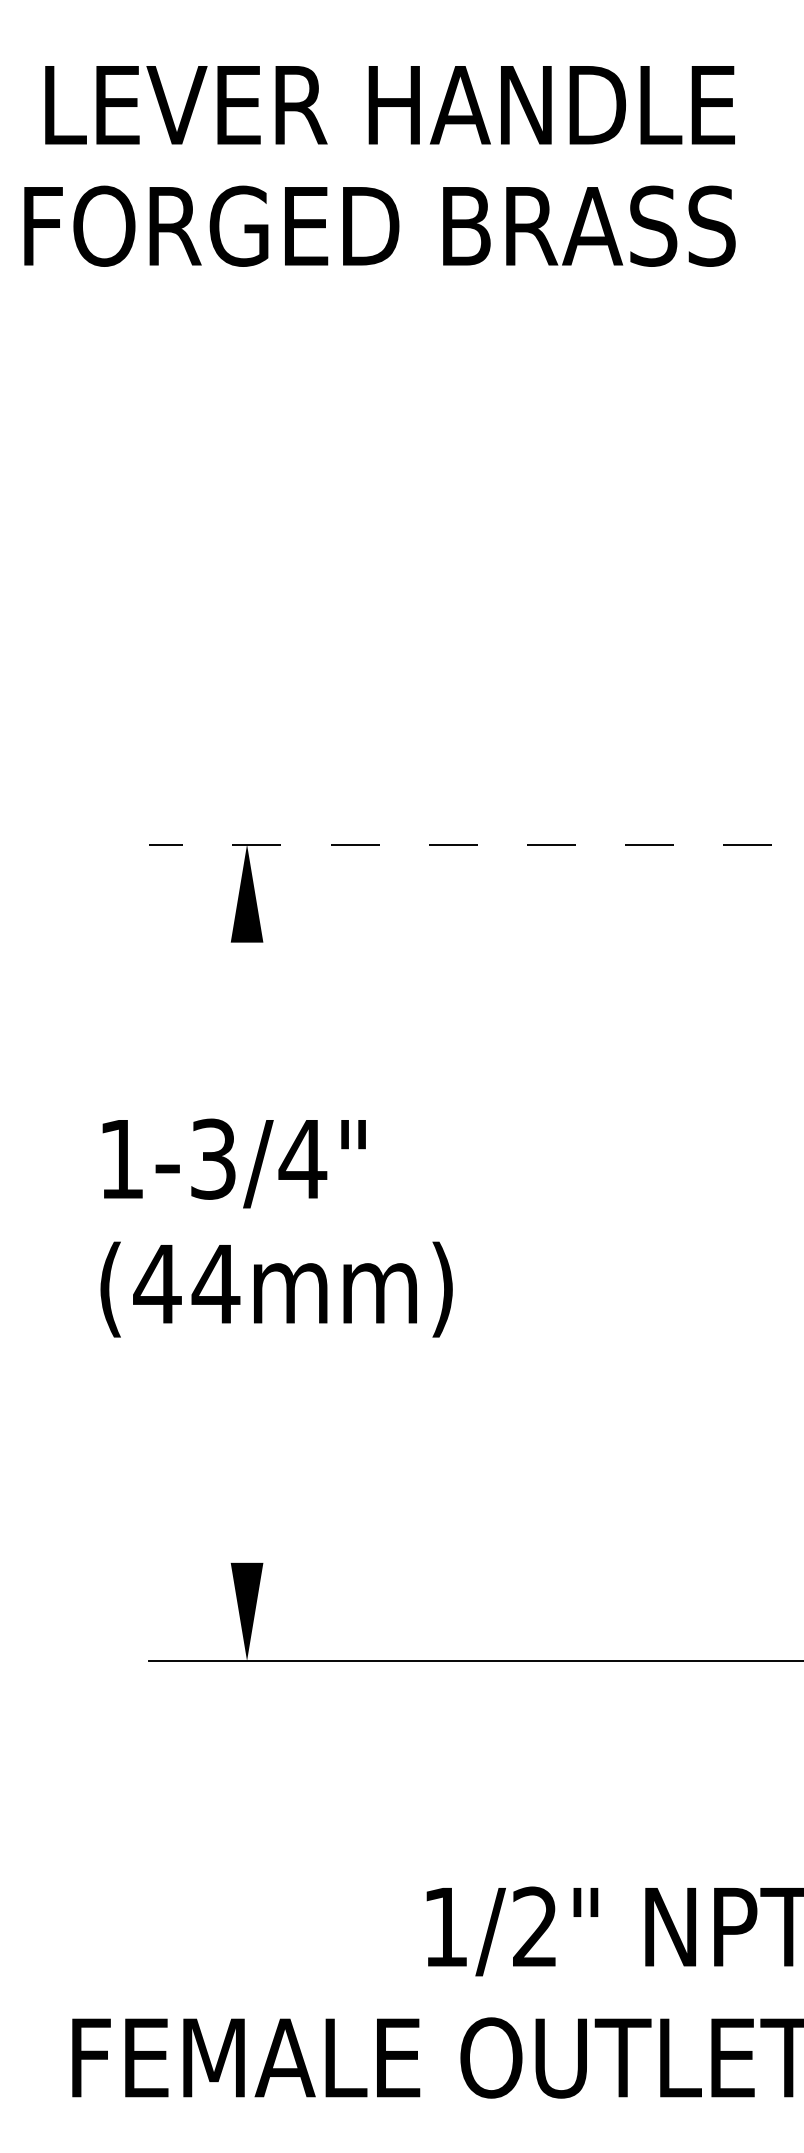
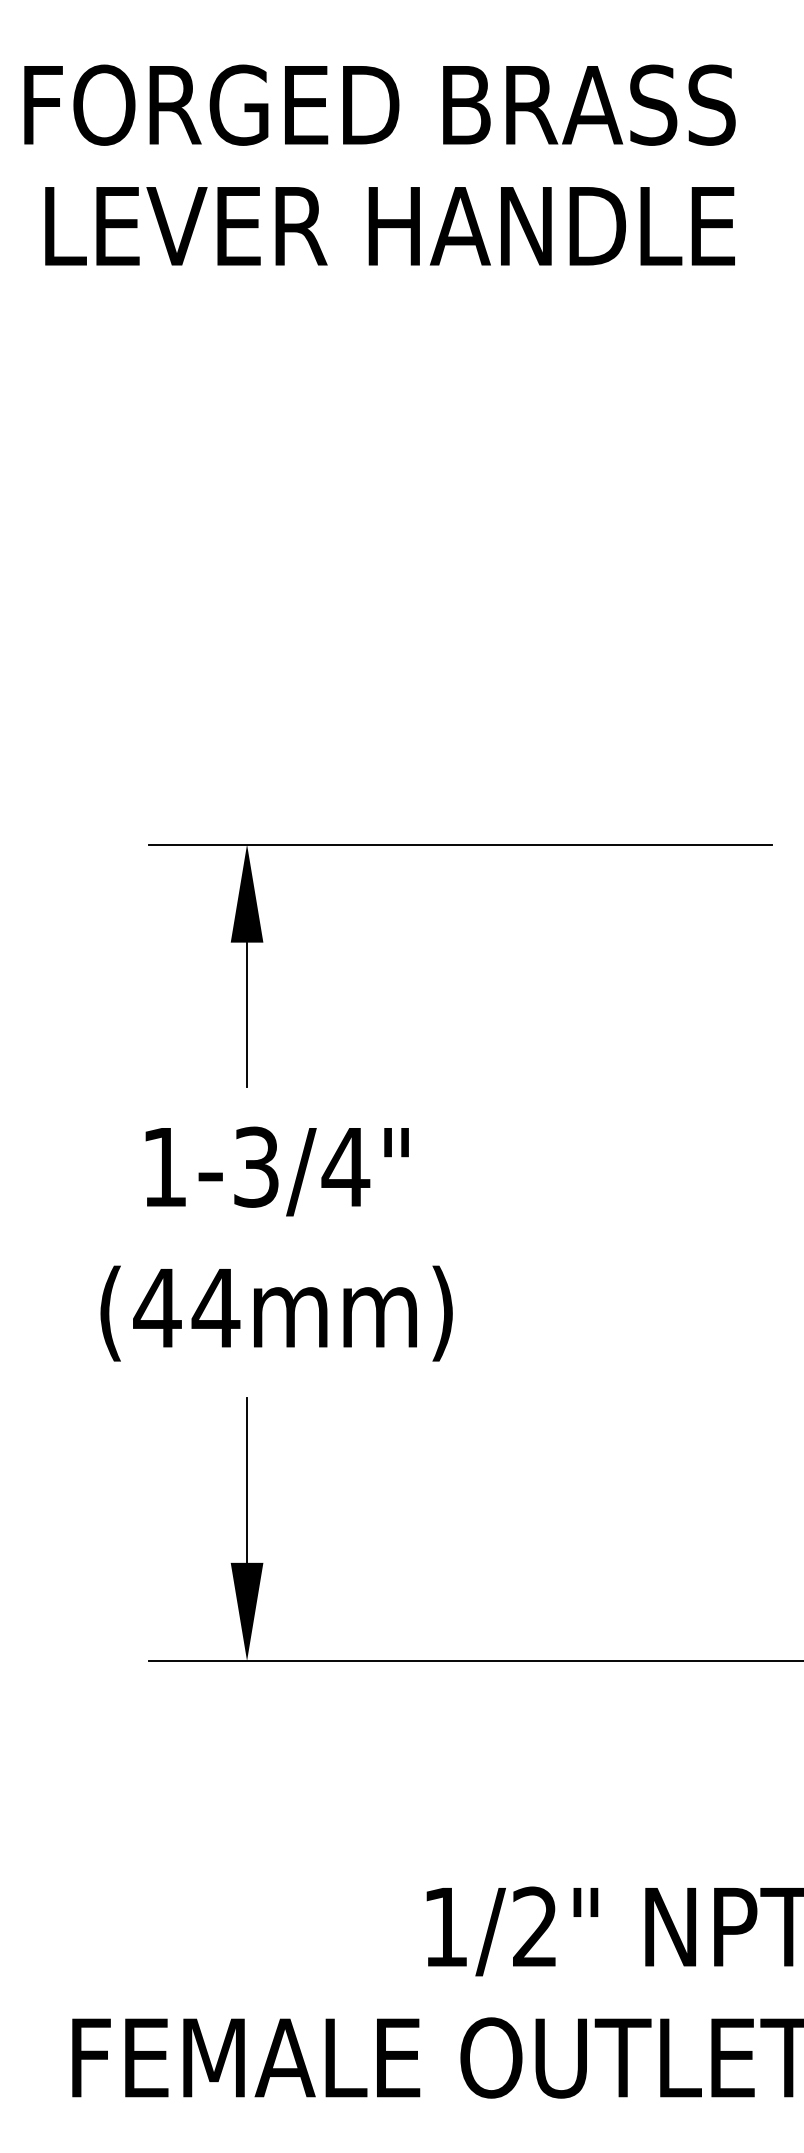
text at (379, 104): LEVER HANDLE -> FORGED BRASS
text at (379, 225): FORGED BRASS -> LEVER HANDLE
line at (459, 844): dashed -> solid
line at (247, 1014): none -> present
text at (233, 1163) position: (233, 1163) -> (276, 1171)
text at (276, 1289) position: (276, 1289) -> (276, 1313)
line at (247, 1479): none -> present
